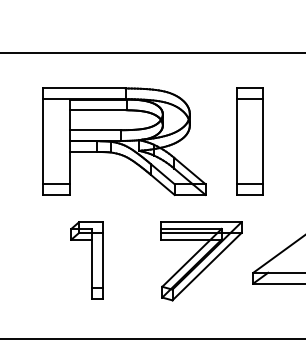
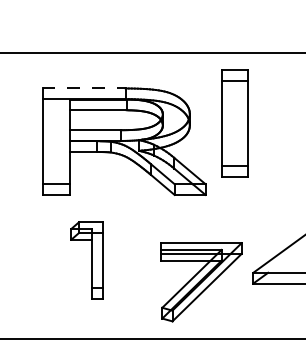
line at (84, 88): solid -> dashed
part at (249, 141) position: (249, 141) -> (234, 123)
part at (201, 261) position: (201, 261) -> (201, 282)
